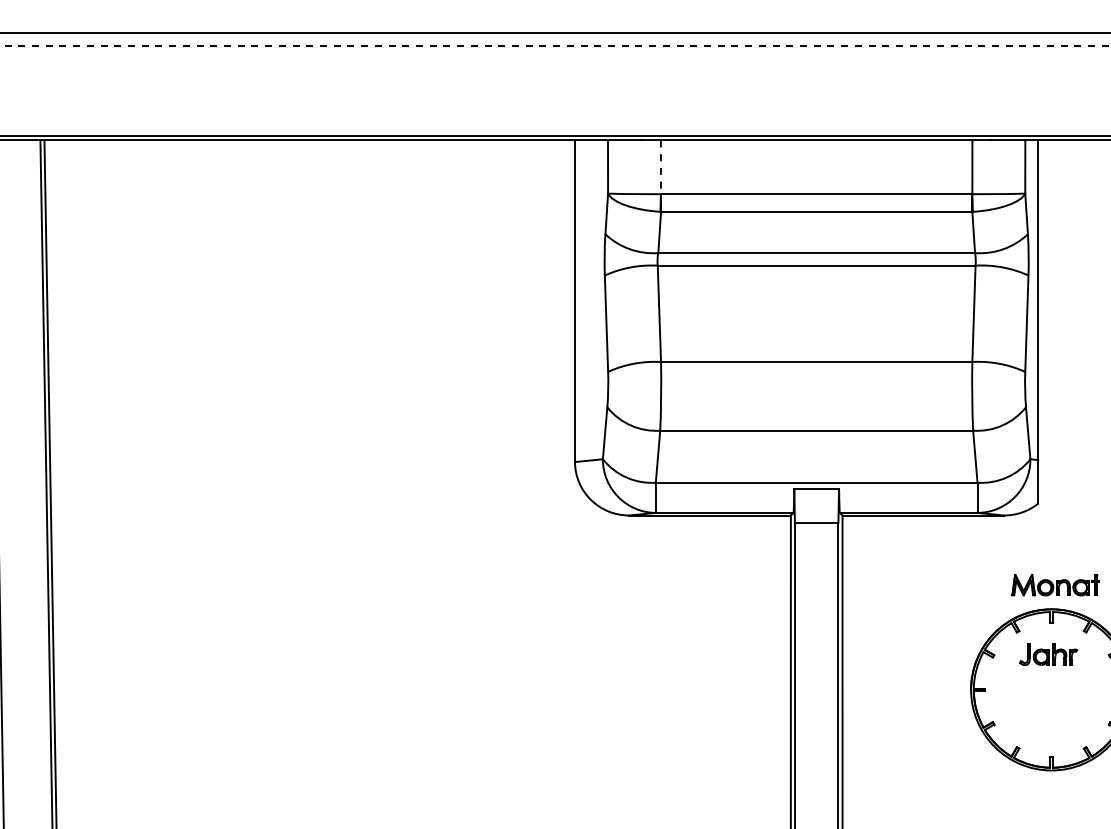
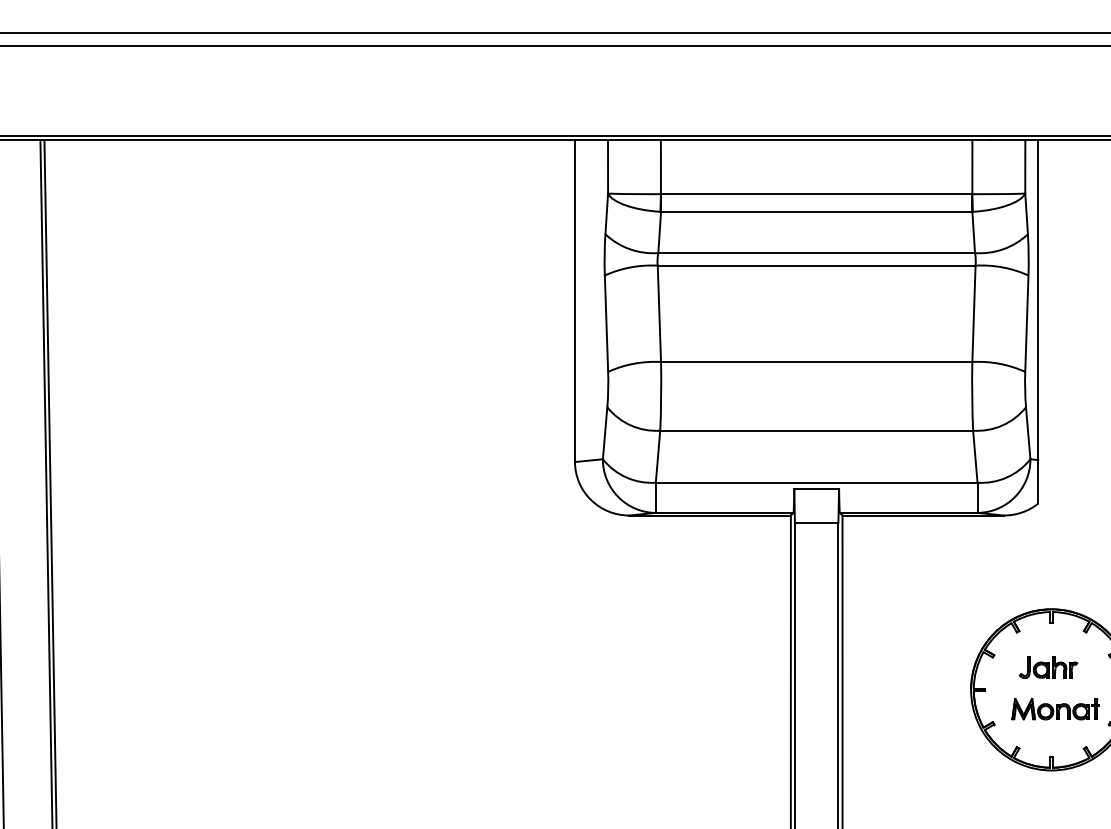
line at (556, 46): dashed -> solid
line at (660, 167): dashed -> solid
part at (1055, 585) position: (1055, 585) -> (1055, 709)
part at (1048, 654) position: (1048, 654) -> (1048, 667)
